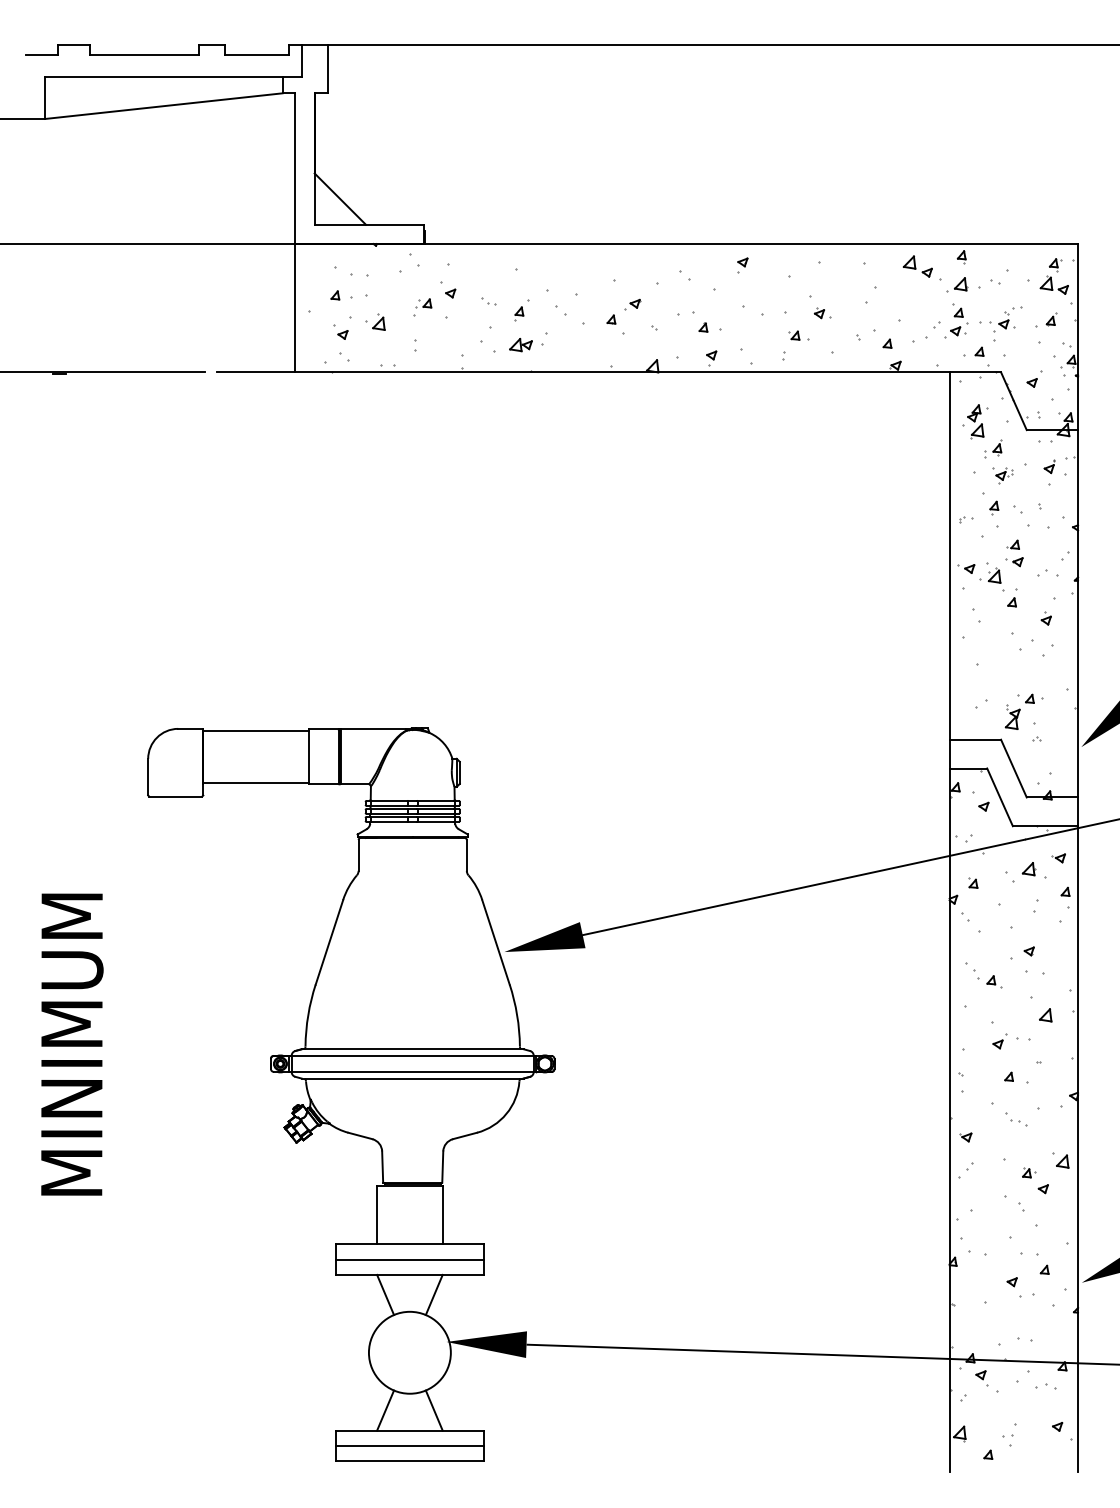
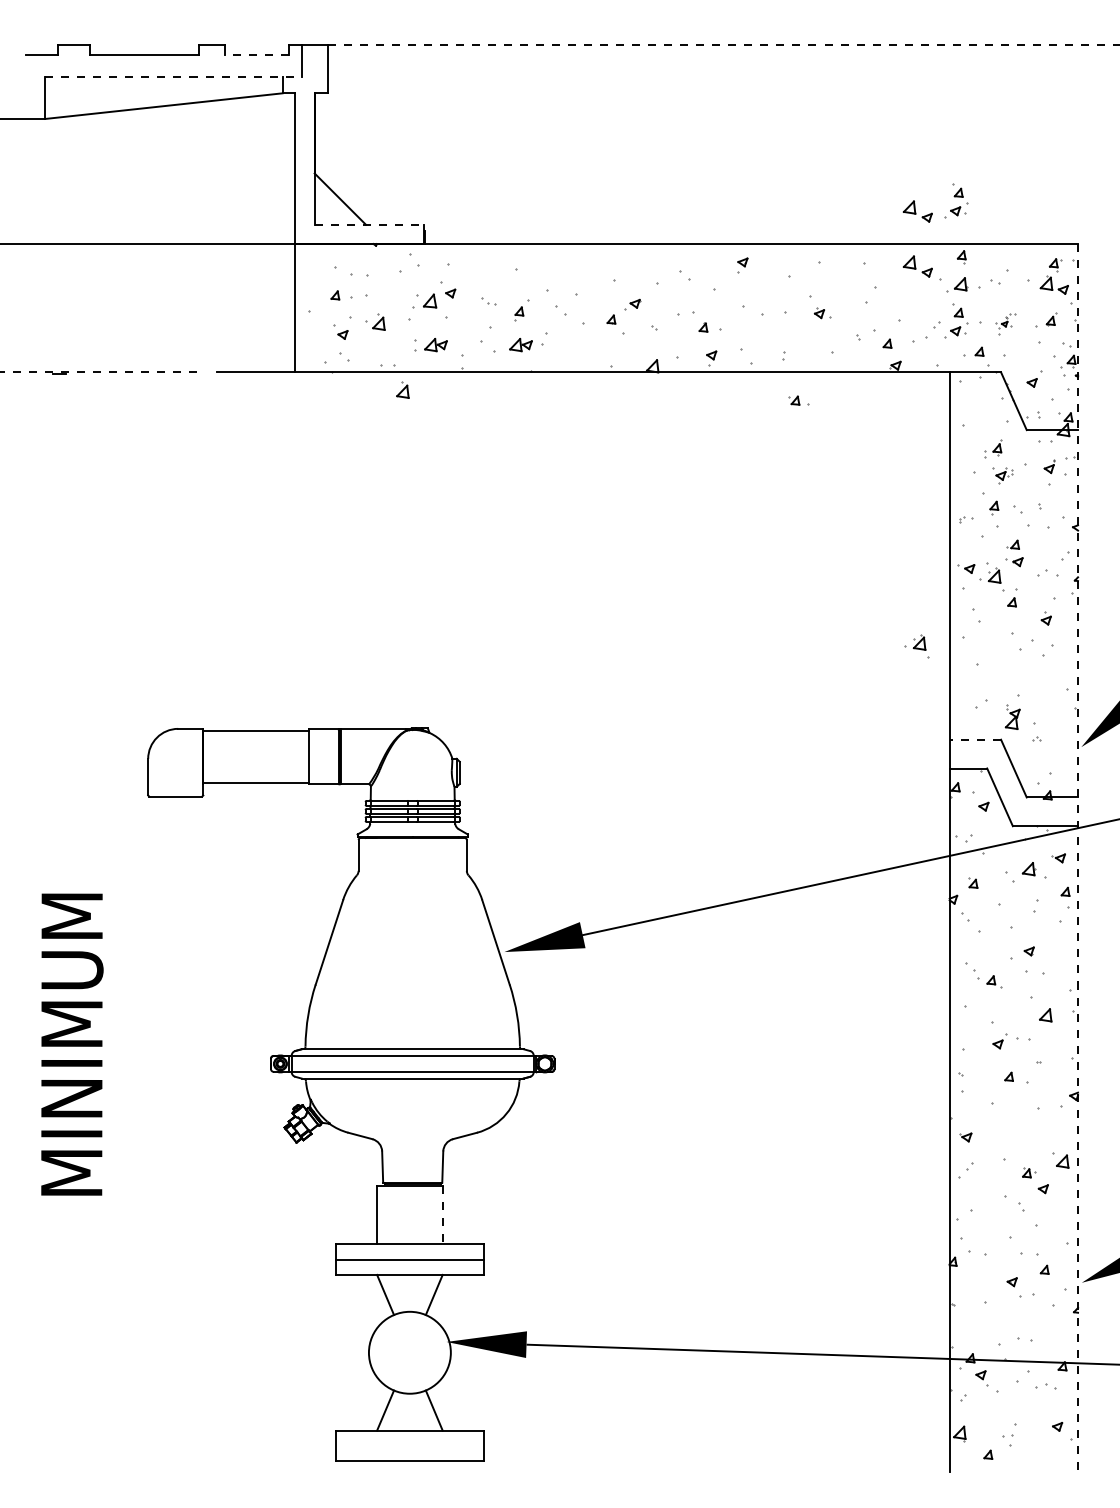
line at (723, 45): solid -> dashed
line at (256, 54): solid -> dashed
line at (174, 77): solid -> dashed
part at (956, 200): none -> present
part at (917, 211): none -> present
line at (369, 224): solid -> dashed
part at (422, 307) size: 20x19 px -> 30x28 px
part at (1005, 323) size: 34x36 px -> 22x23 px
part at (798, 335) position: (798, 335) -> (798, 400)
part at (435, 345): none -> present
line at (102, 372): solid -> dashed
part at (402, 389): none -> present
part at (977, 421): present -> none
part at (916, 646): none -> present
part at (1034, 698): present -> none
line at (975, 739): solid -> dashed
line at (1078, 857): solid -> dashed
part at (1016, 1119): present -> none
line at (442, 1215): solid -> dashed
line at (409, 1445): present -> none
